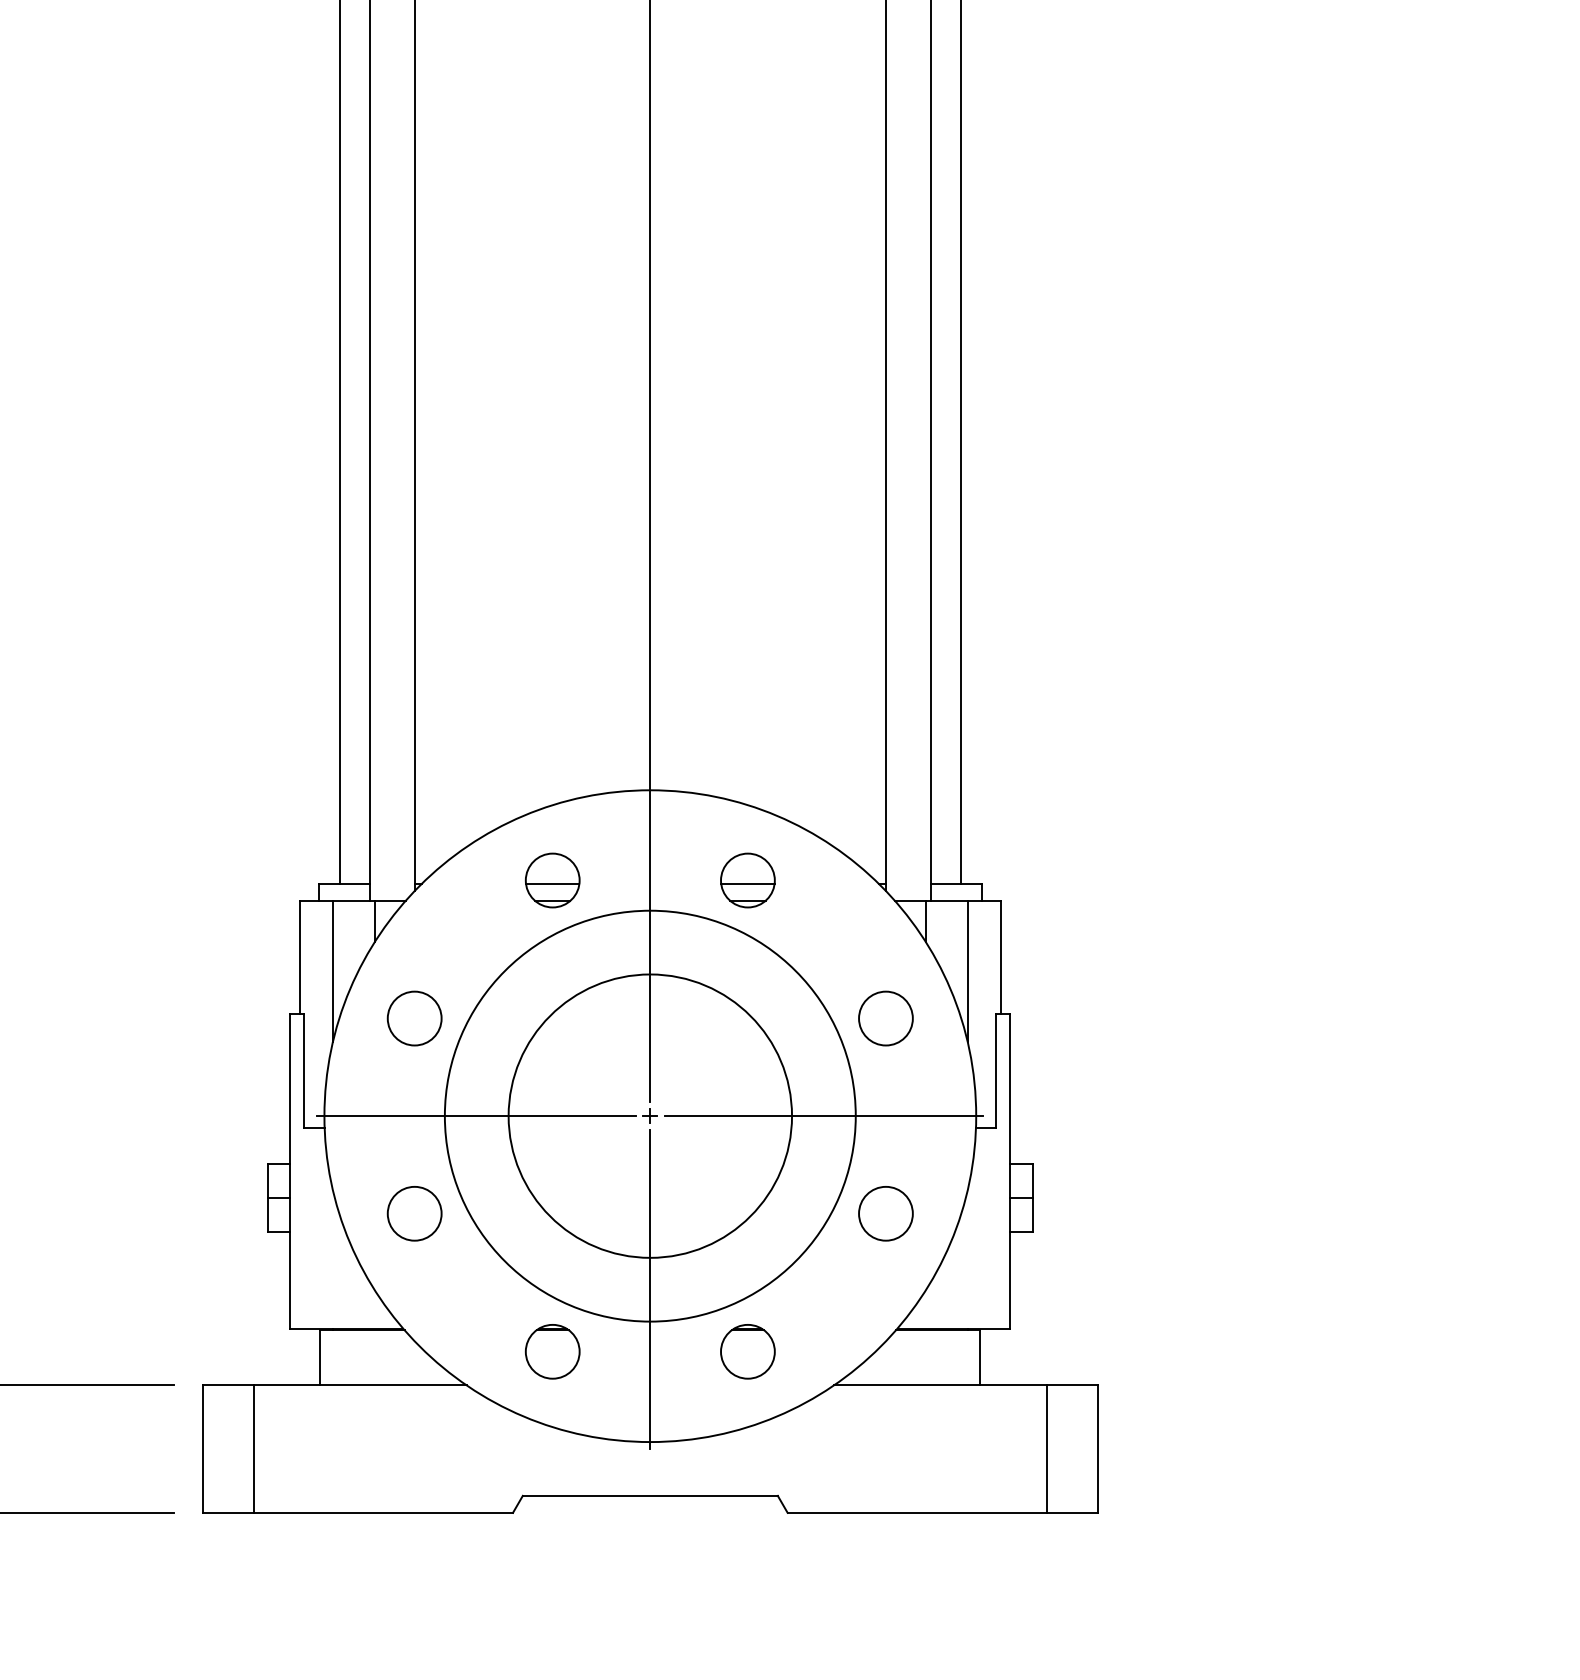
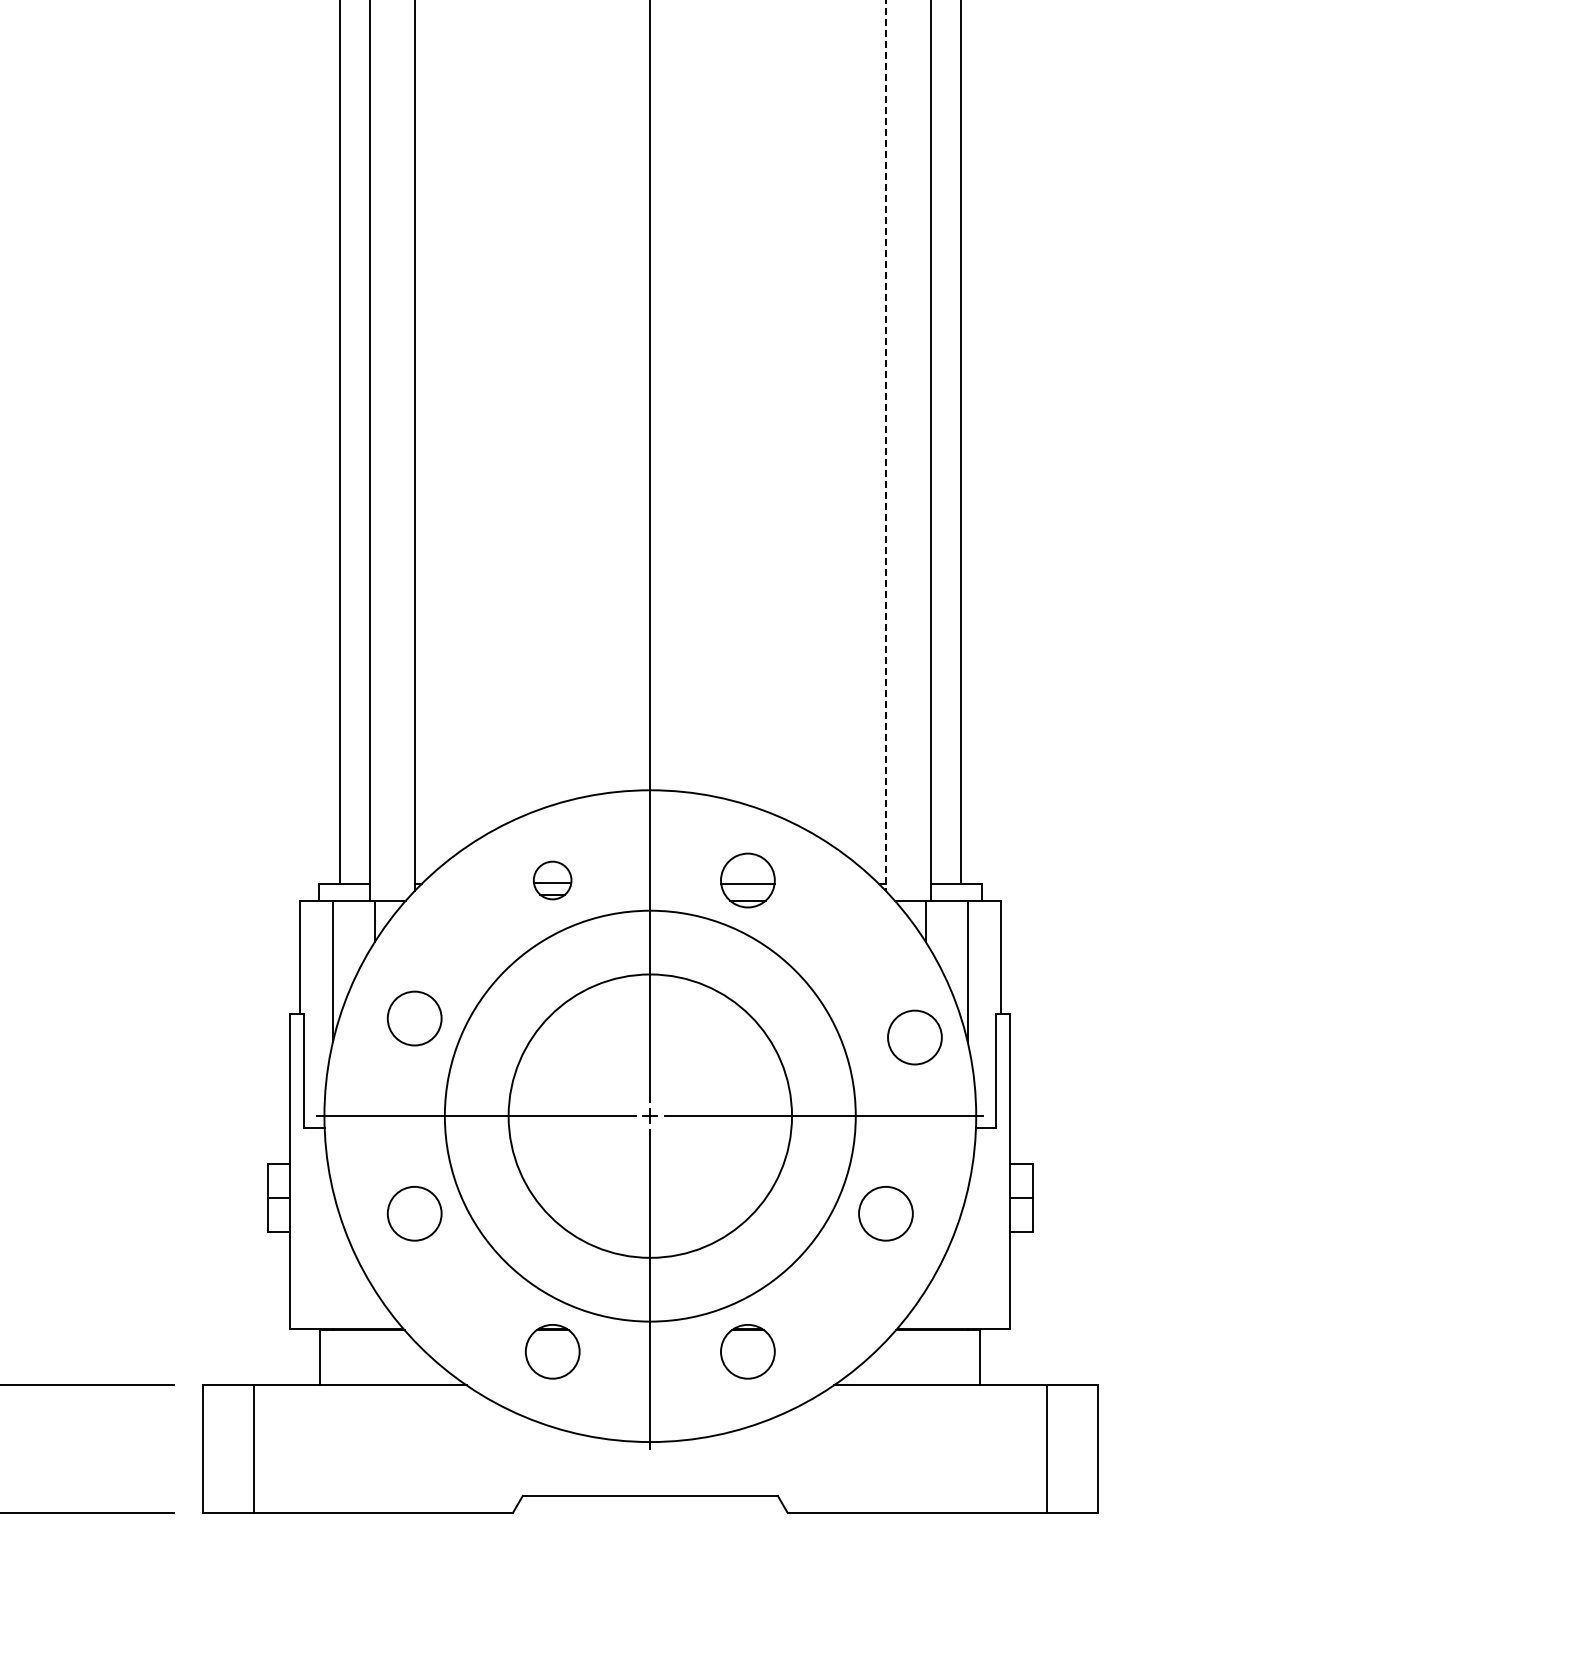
line at (885, 445): solid -> dashed
part at (552, 880) size: 57x57 px -> 41x41 px
circle at (885, 1018) position: (885, 1018) -> (914, 1037)
